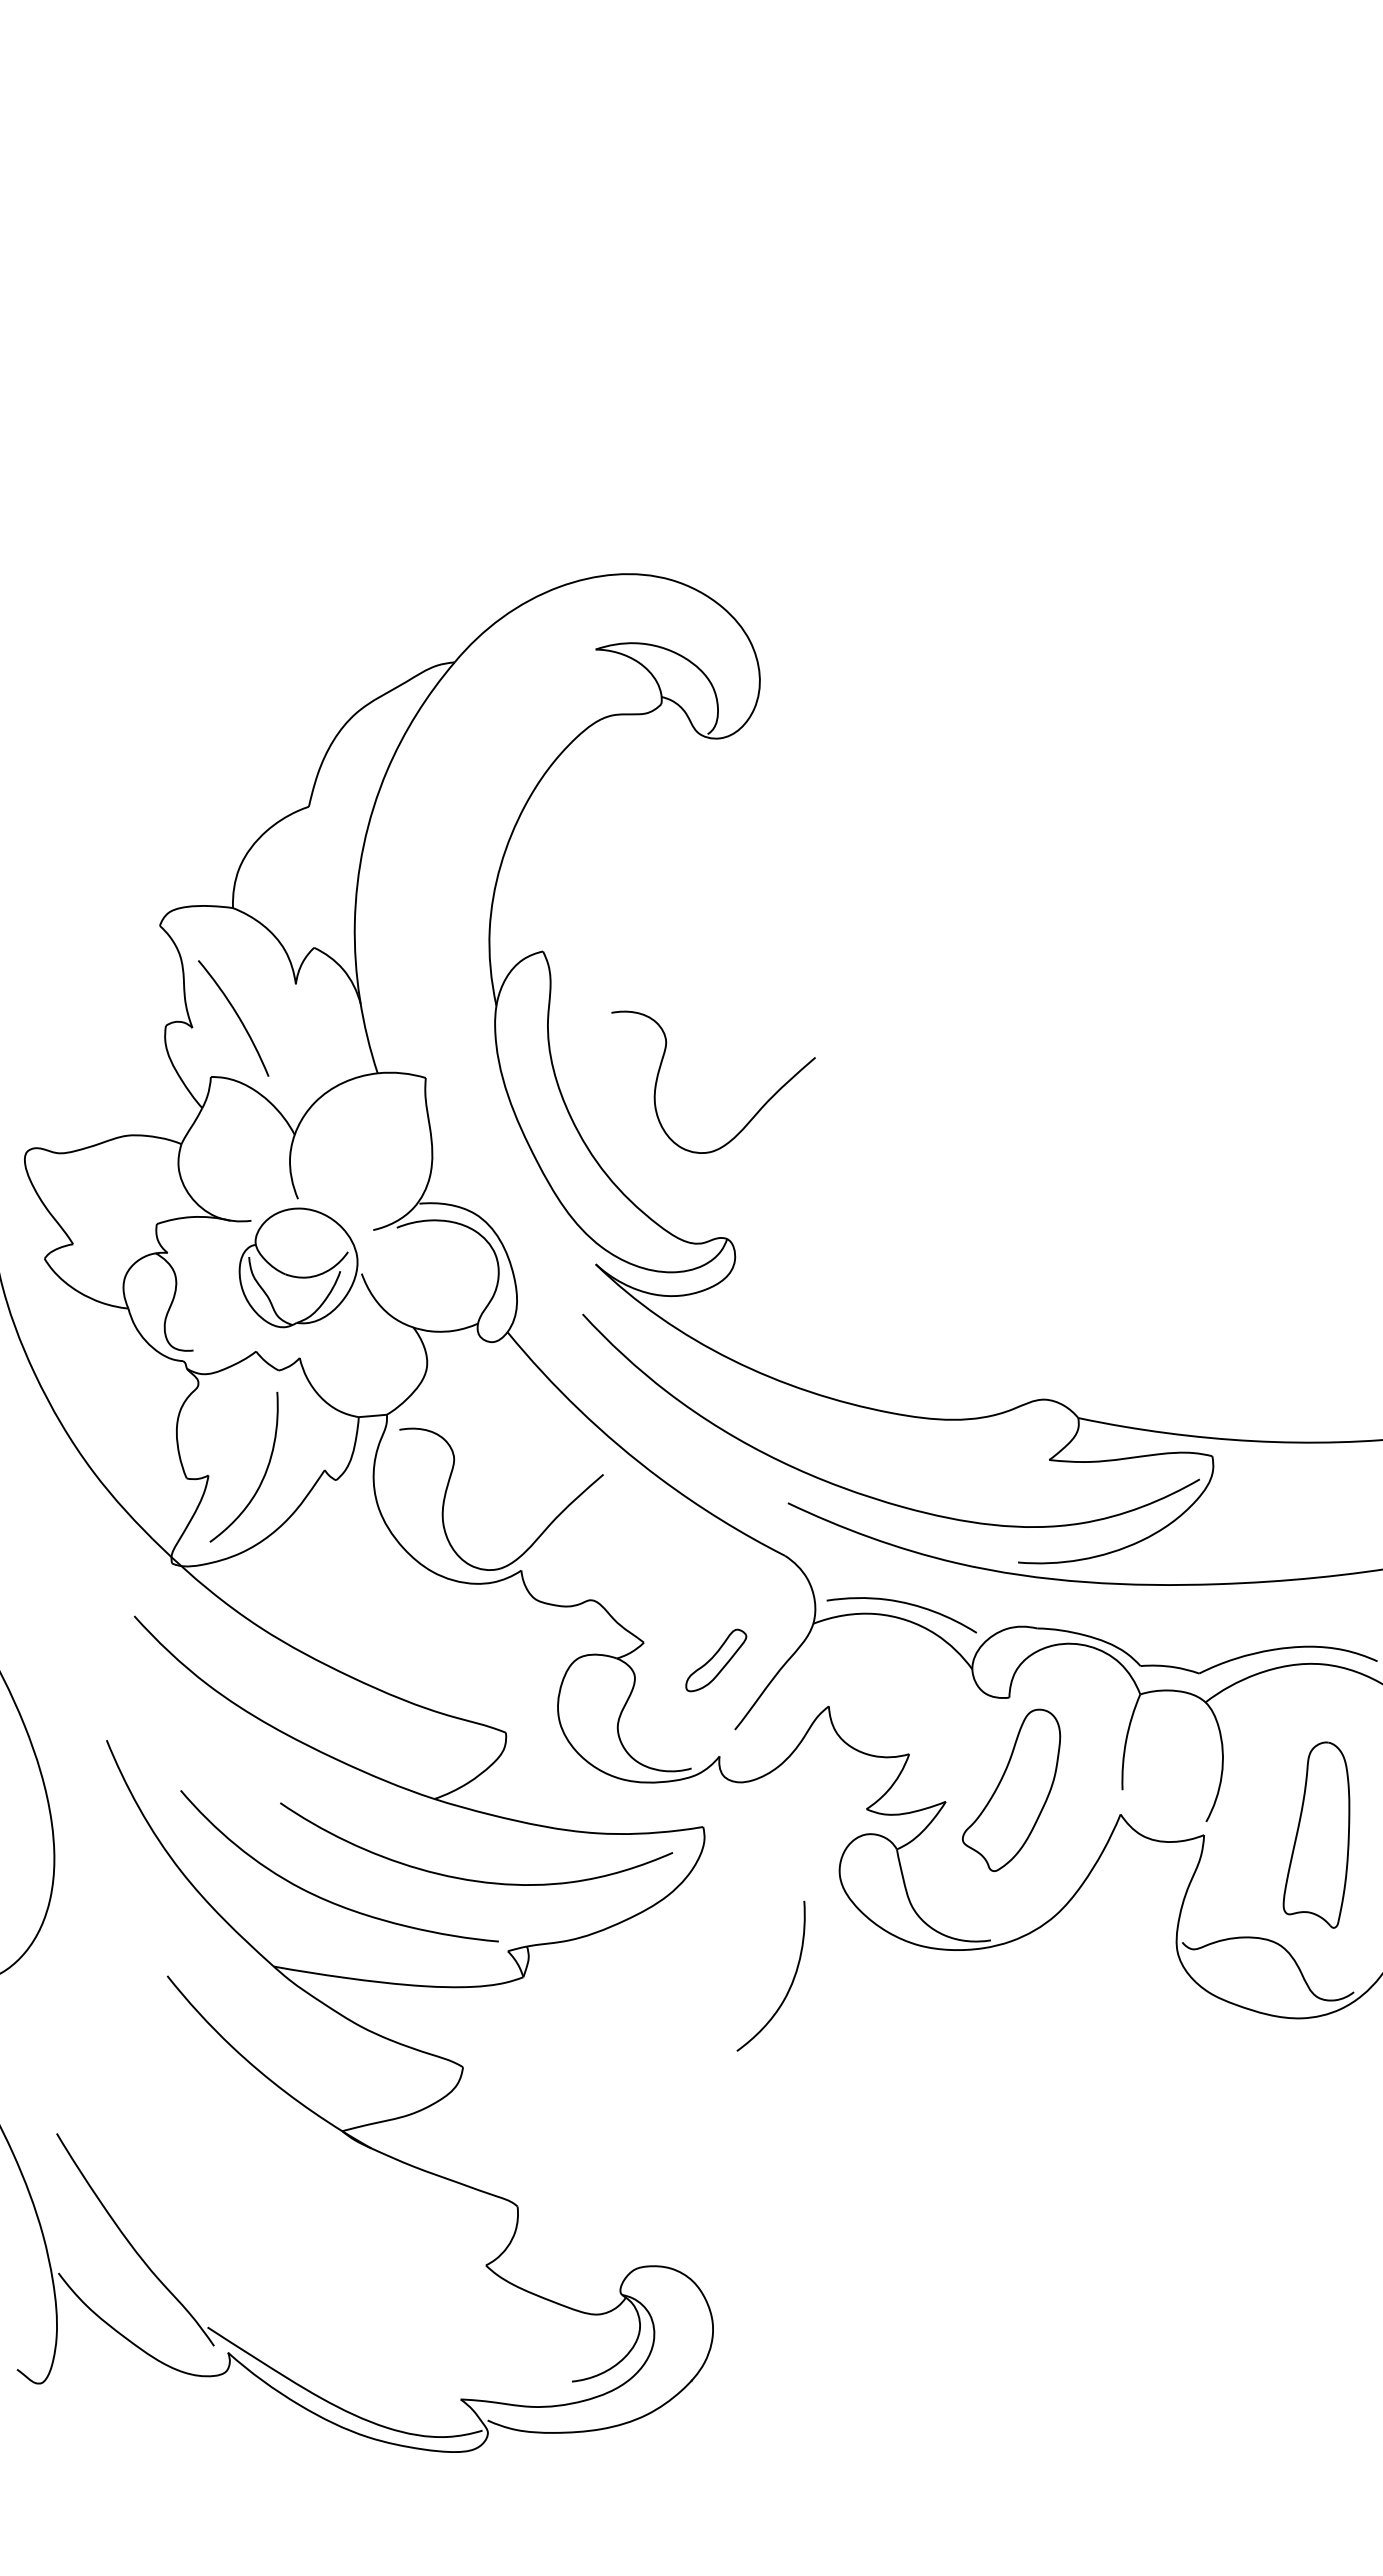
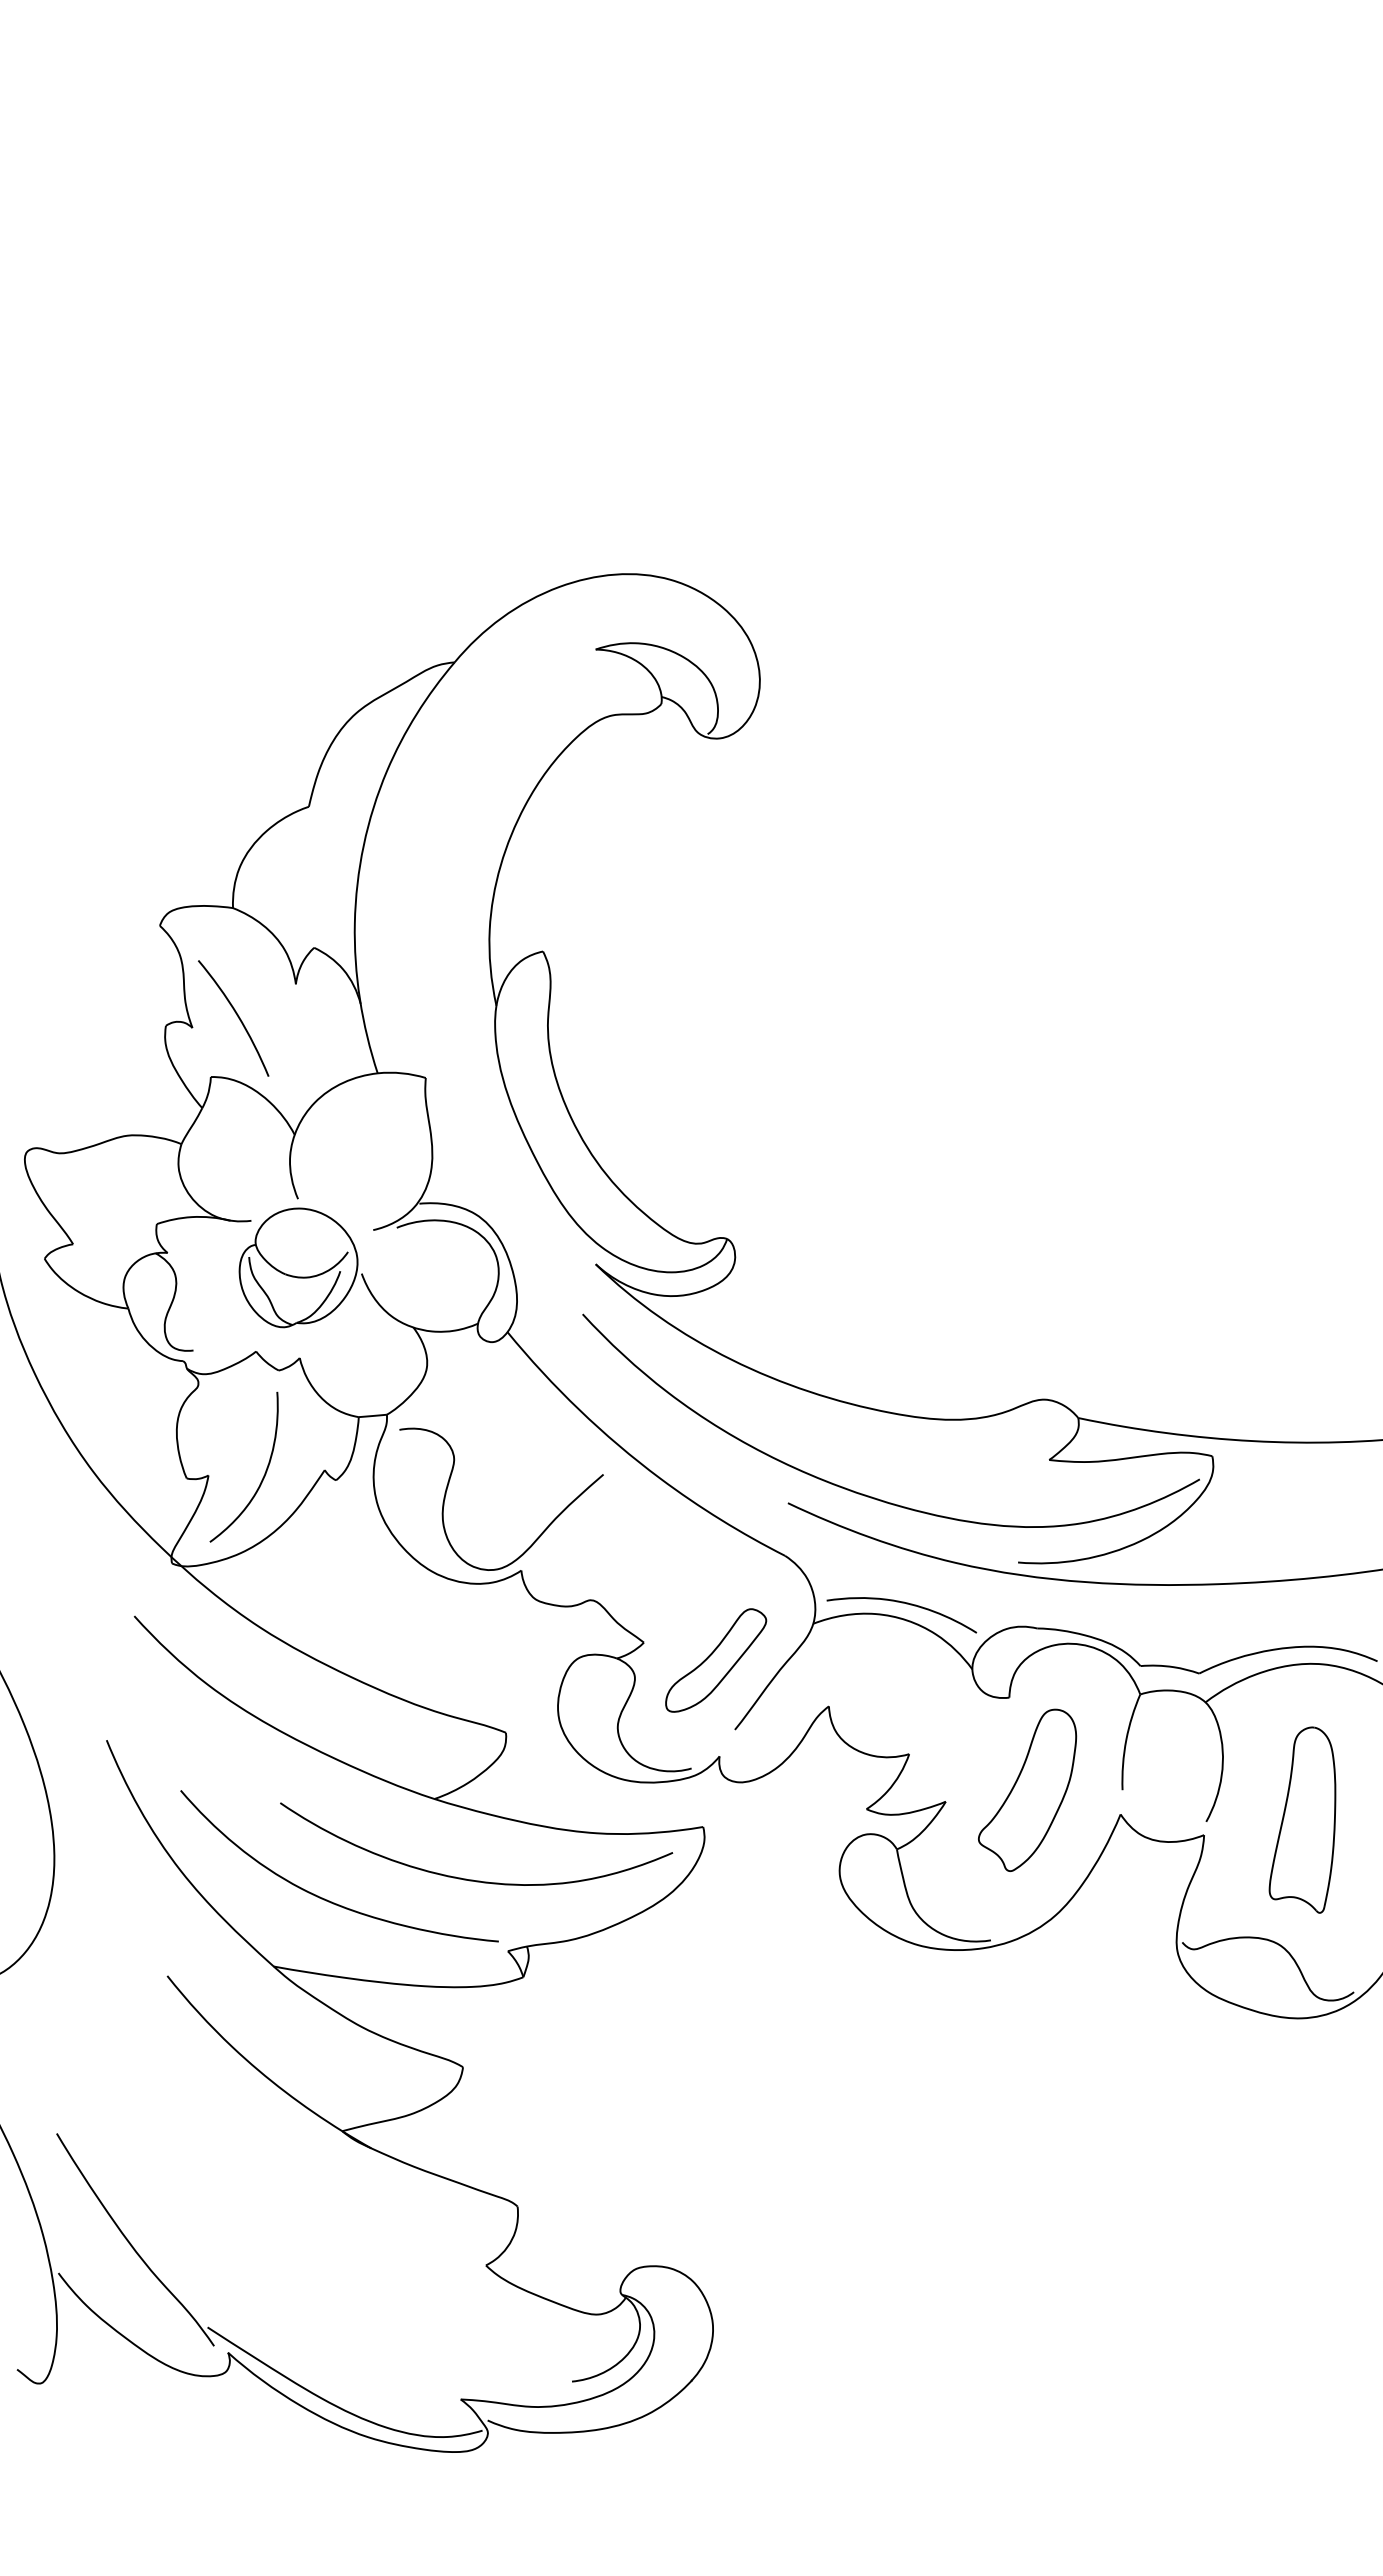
curve at (753, 1115): present -> none
part at (716, 1660) size: 63x65 px -> 103x105 px
part at (1011, 1789) position: (1011, 1789) -> (1027, 1789)
part at (1316, 1834) position: (1316, 1834) -> (1302, 1819)
curve at (790, 1984): present -> none
